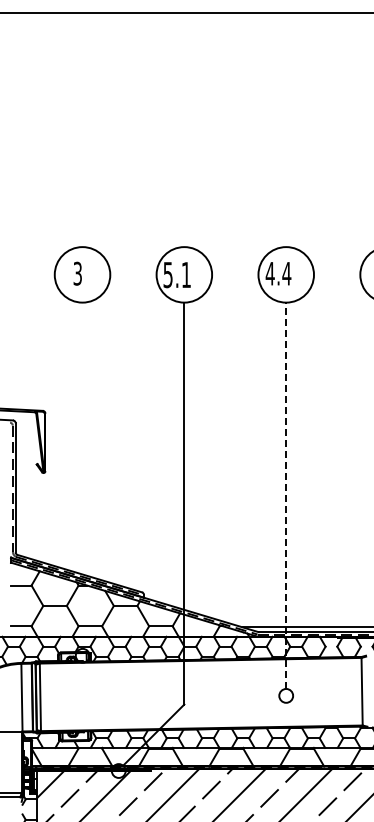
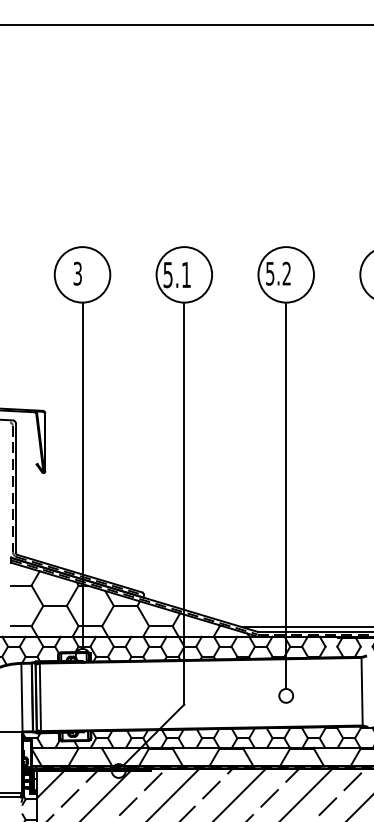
line at (186, 12) position: (186, 12) -> (186, 24)
text at (278, 273): 4.4 -> 5.2
line at (82, 475): none -> present
line at (286, 495): dashed -> solid
